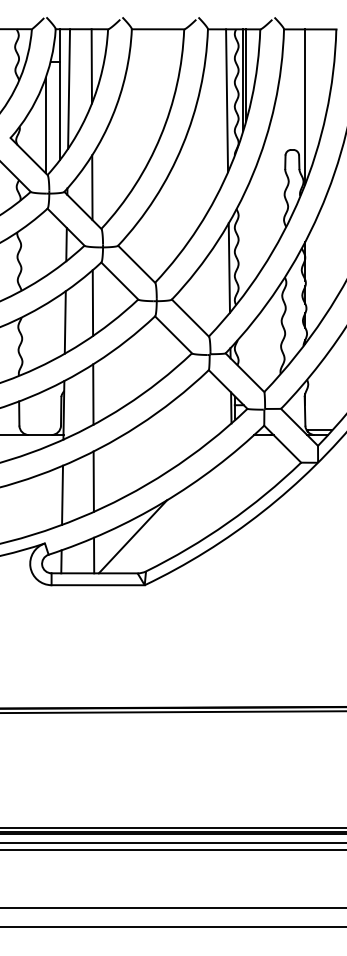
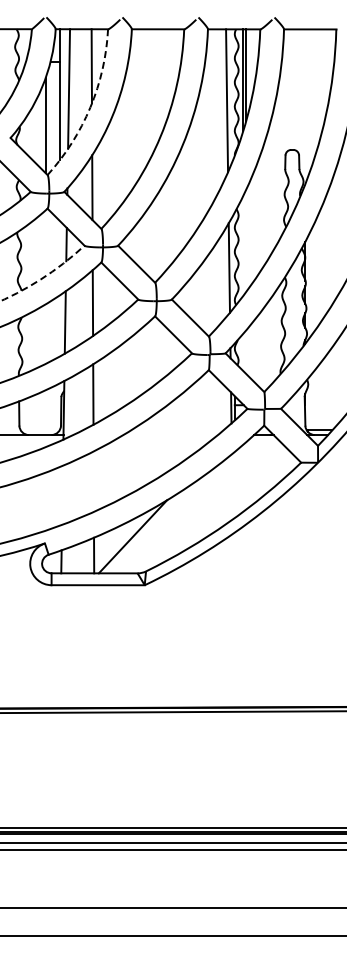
line at (305, 106): present -> none
arc at (90, 107): solid -> dashed
arc at (44, 277): solid -> dashed
line at (93, 481): present -> none
line at (62, 494): present -> none
line at (172, 927) position: (172, 927) -> (172, 936)
